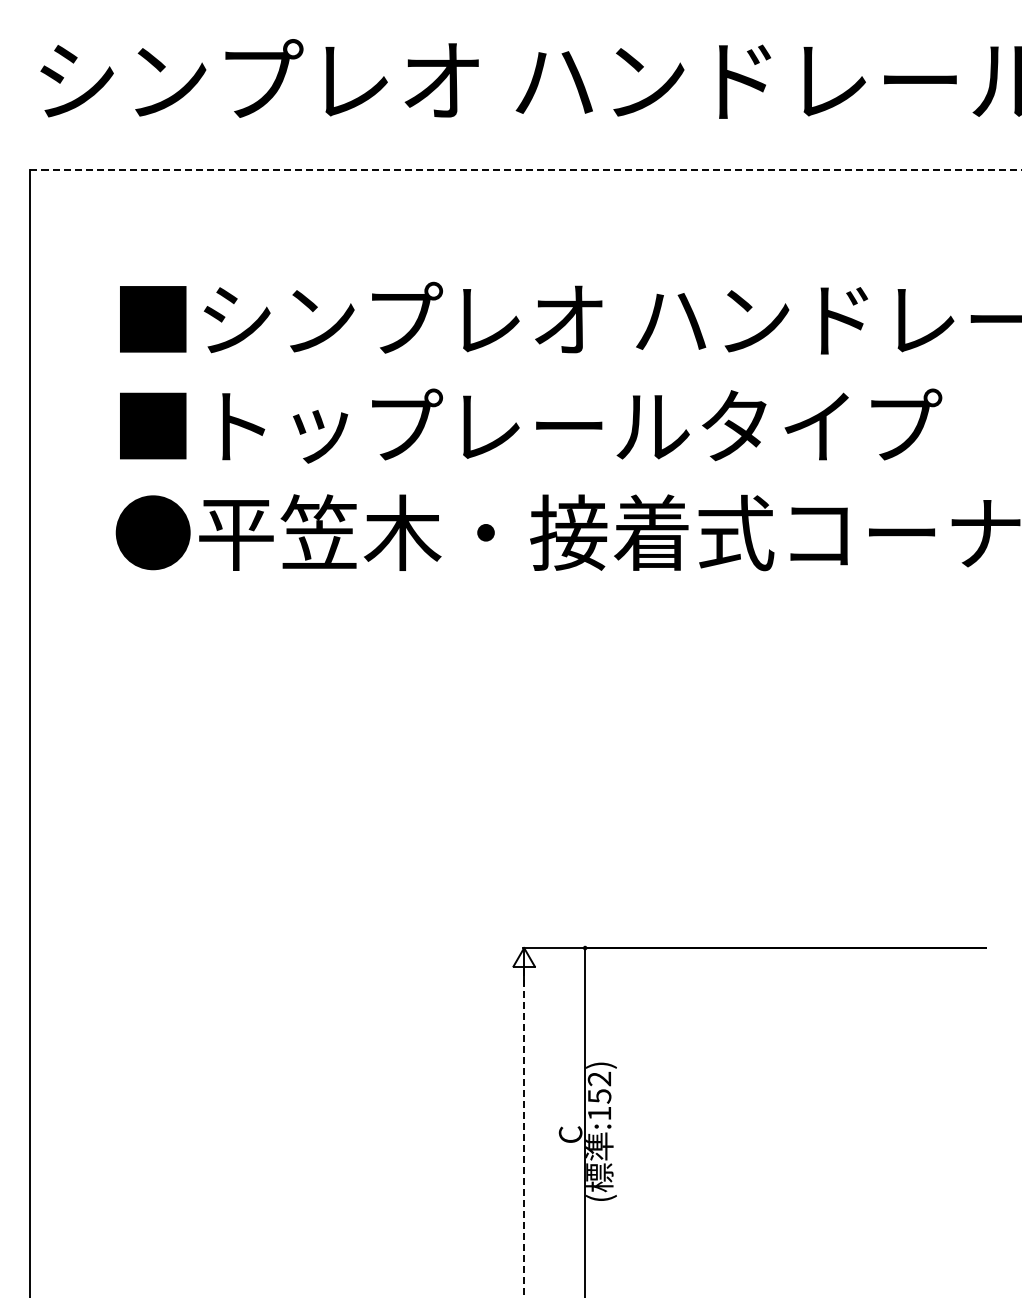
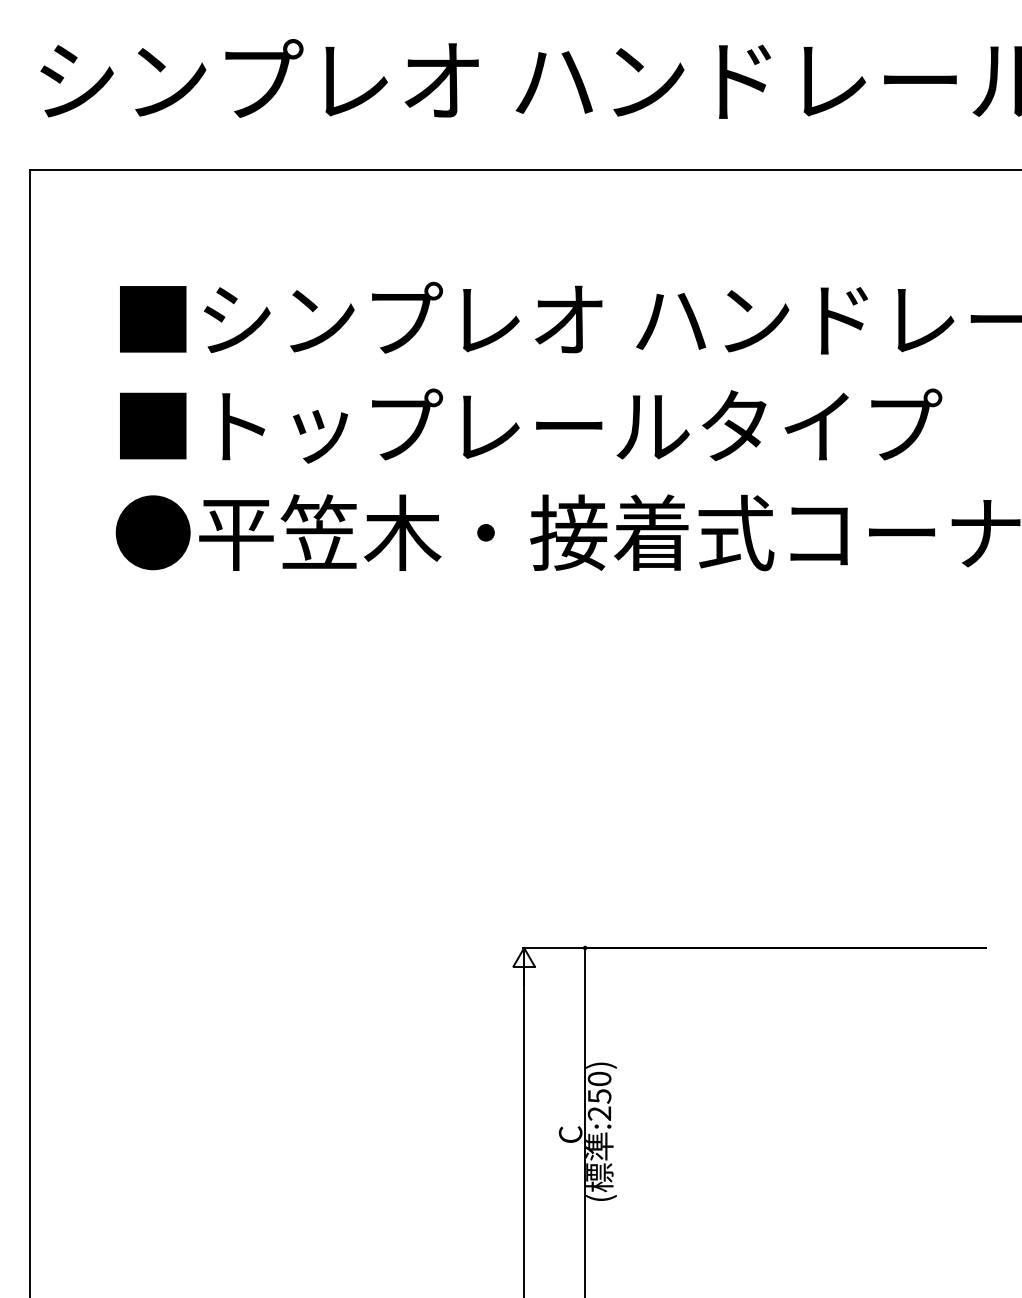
line at (526, 169): dashed -> solid
text at (599, 1095): :152) -> :250)
line at (524, 1133): dashed -> solid
